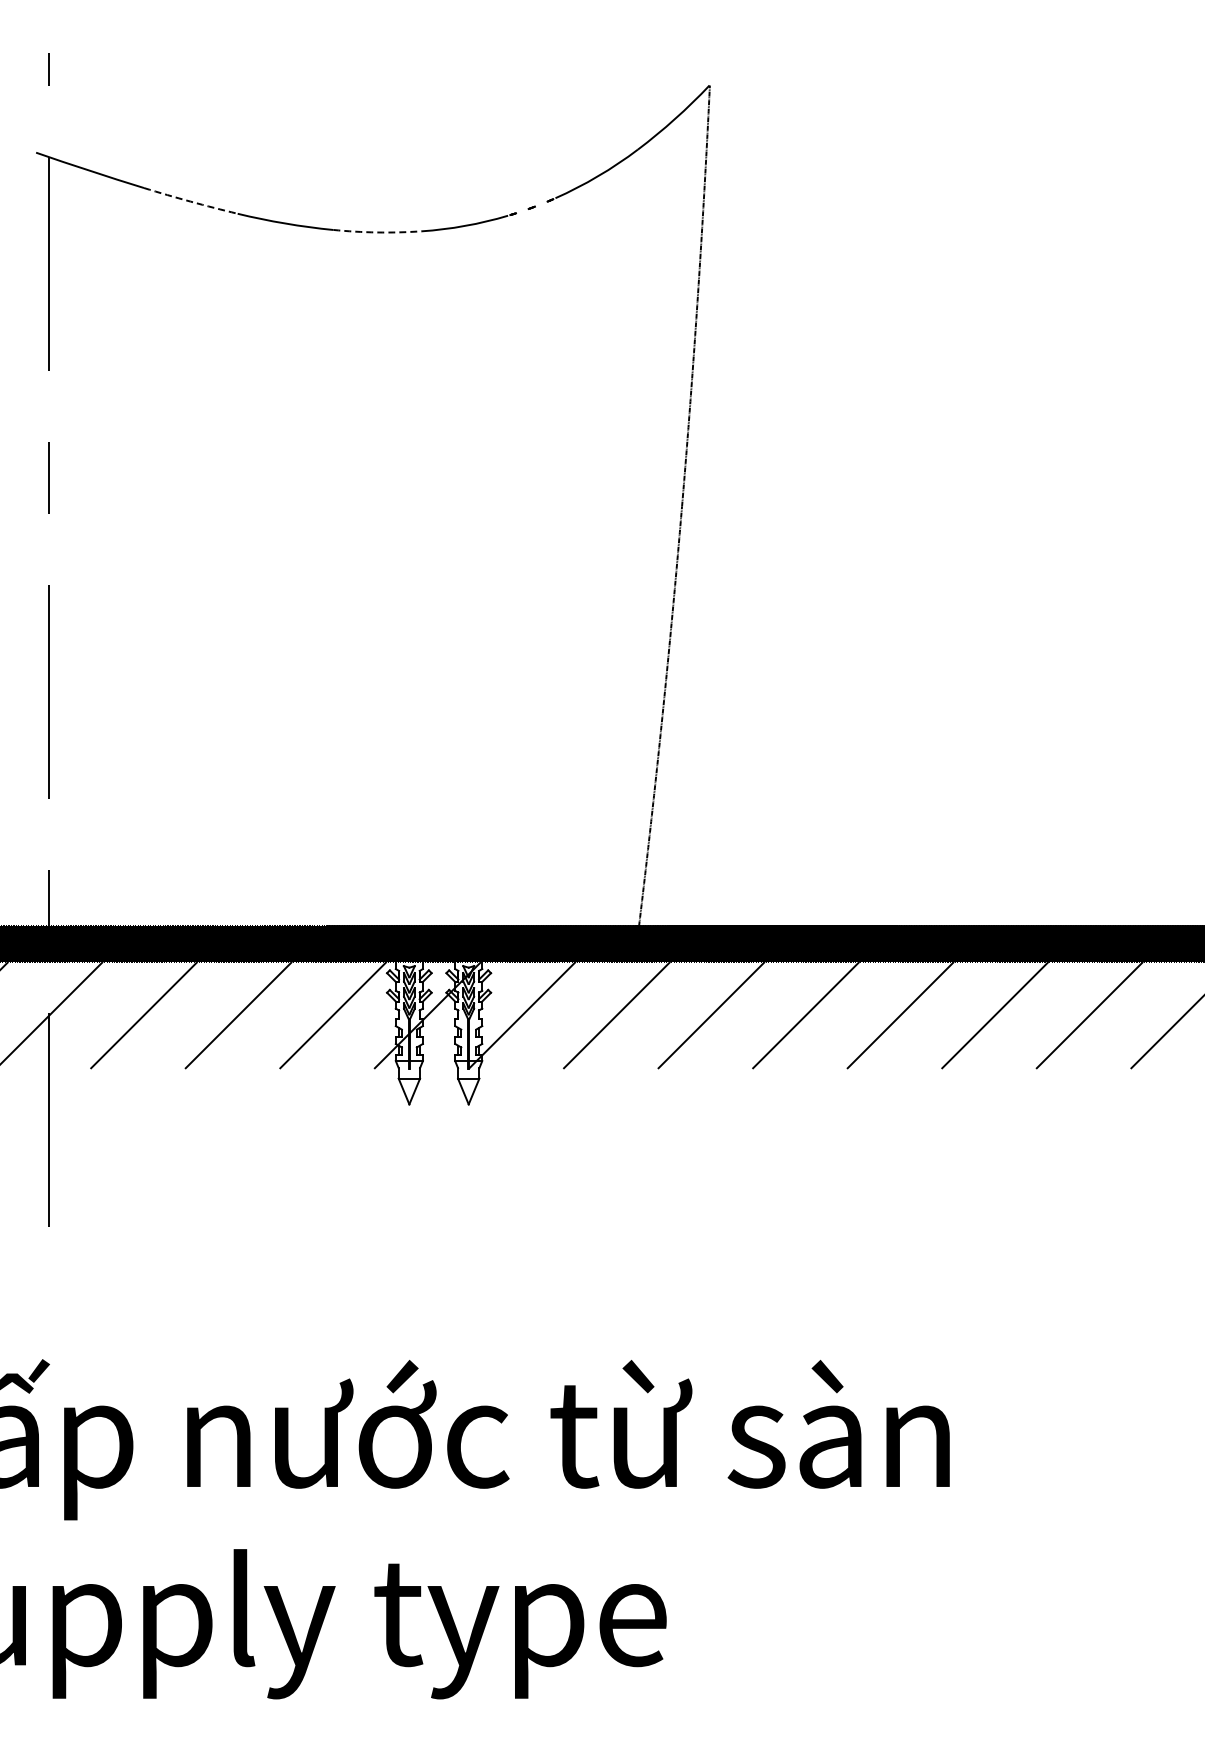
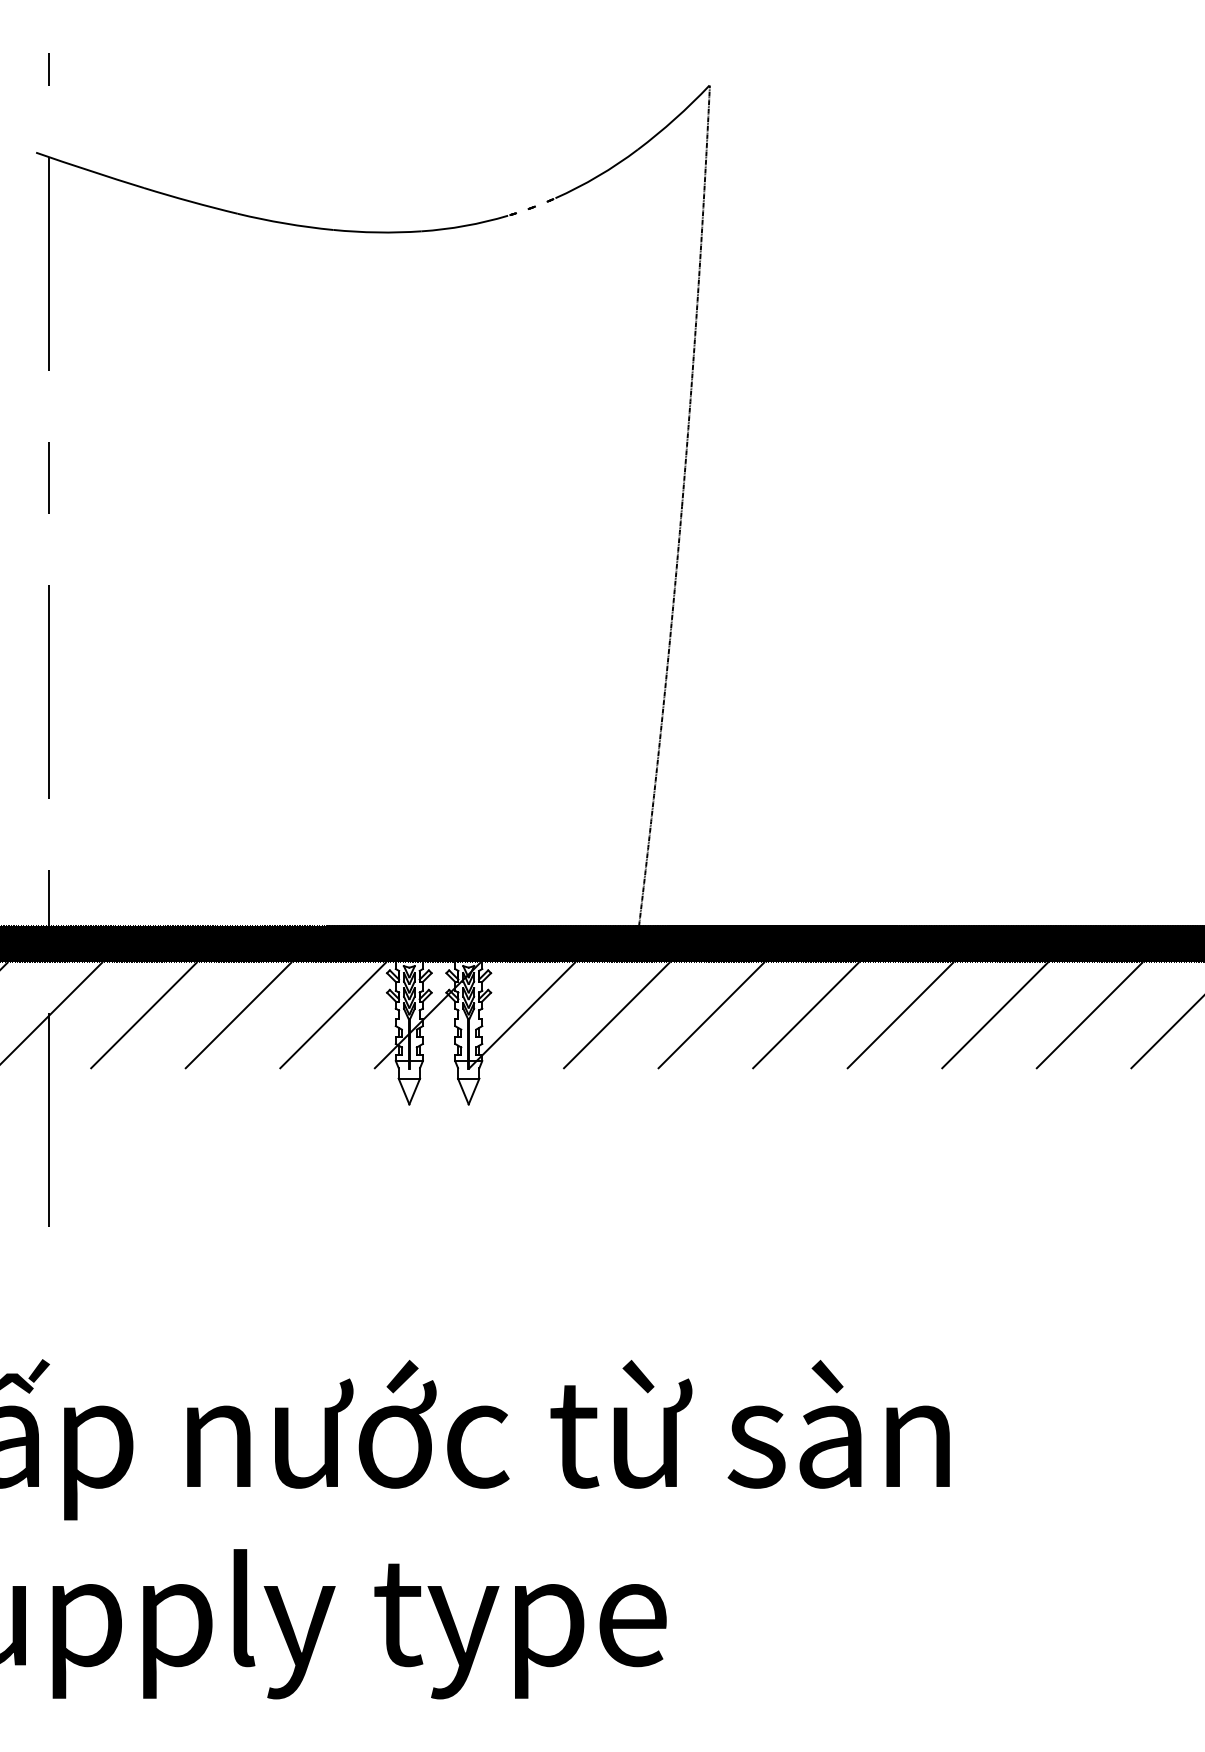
arc at (190, 201): dashed -> solid
arc at (377, 232): dashed -> solid
